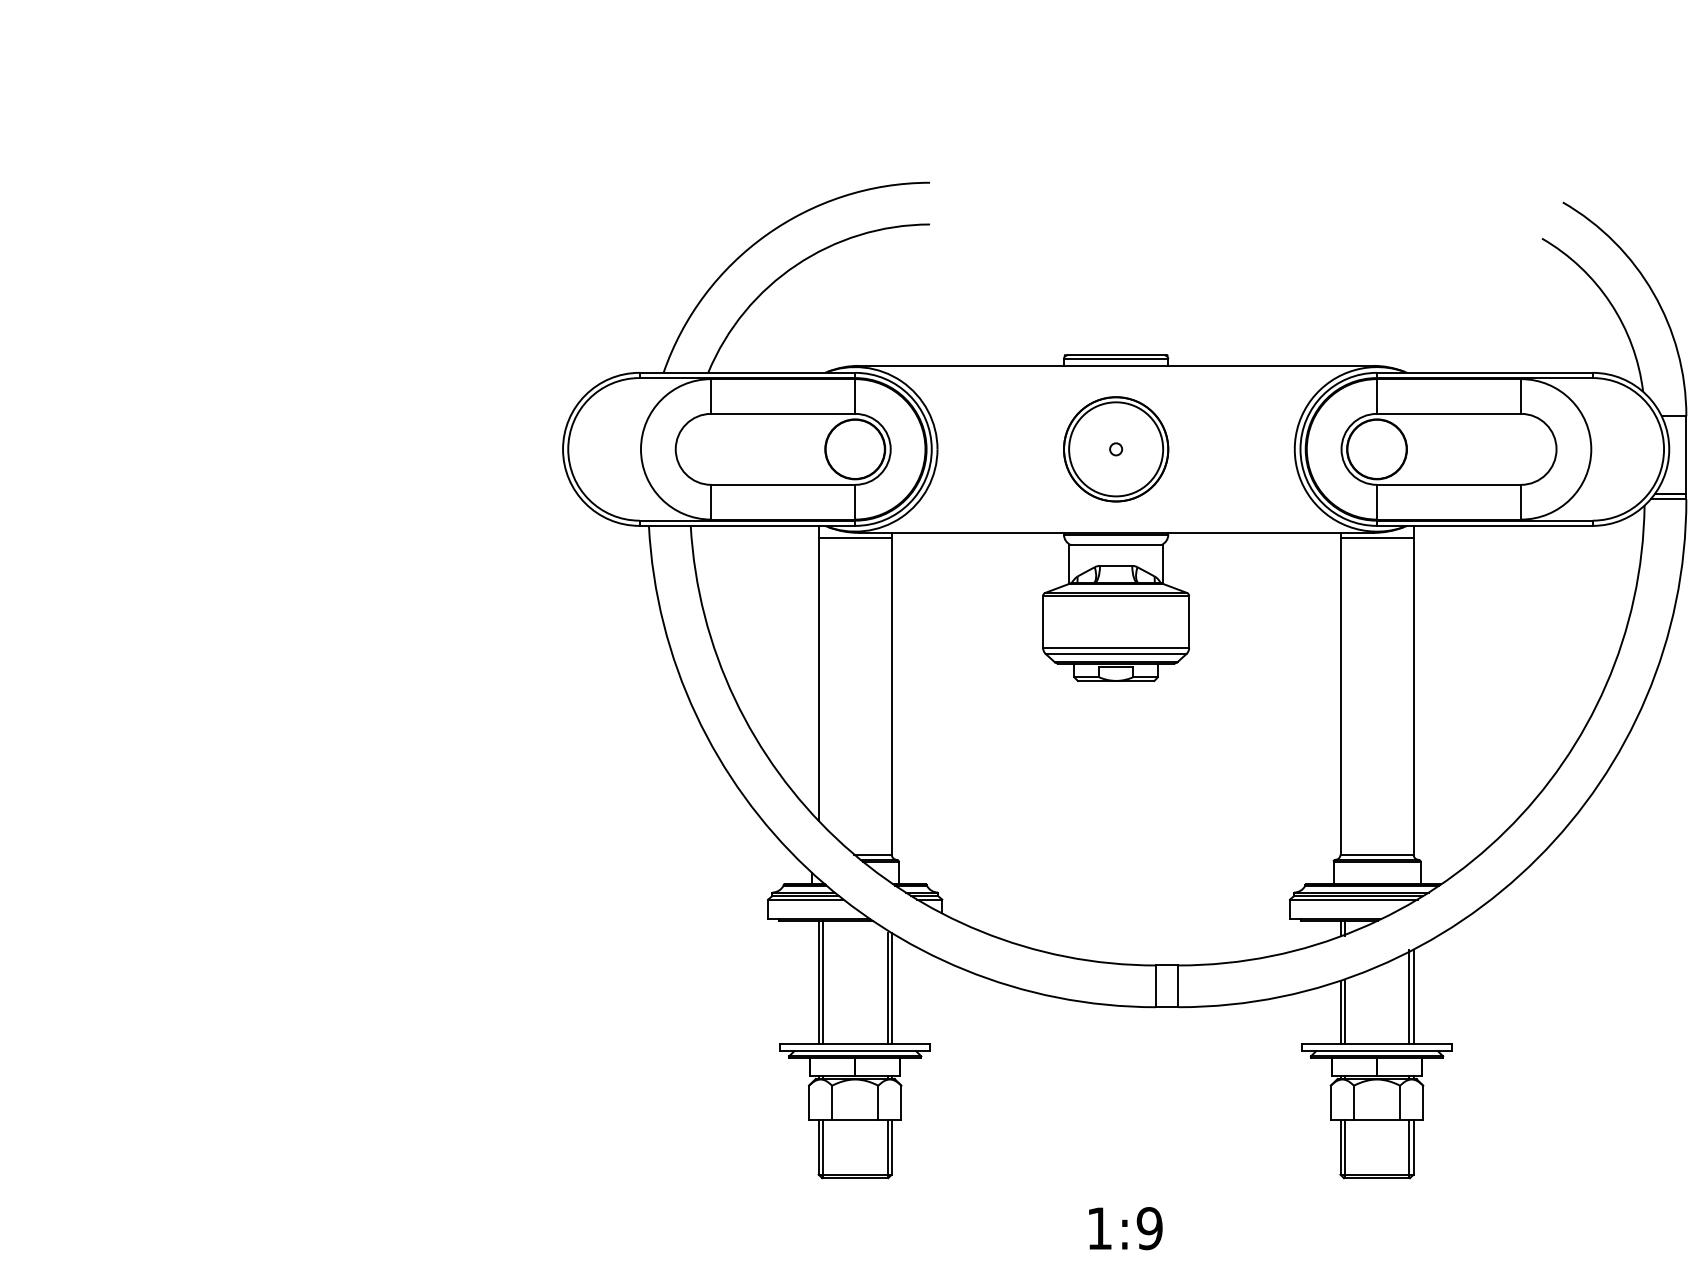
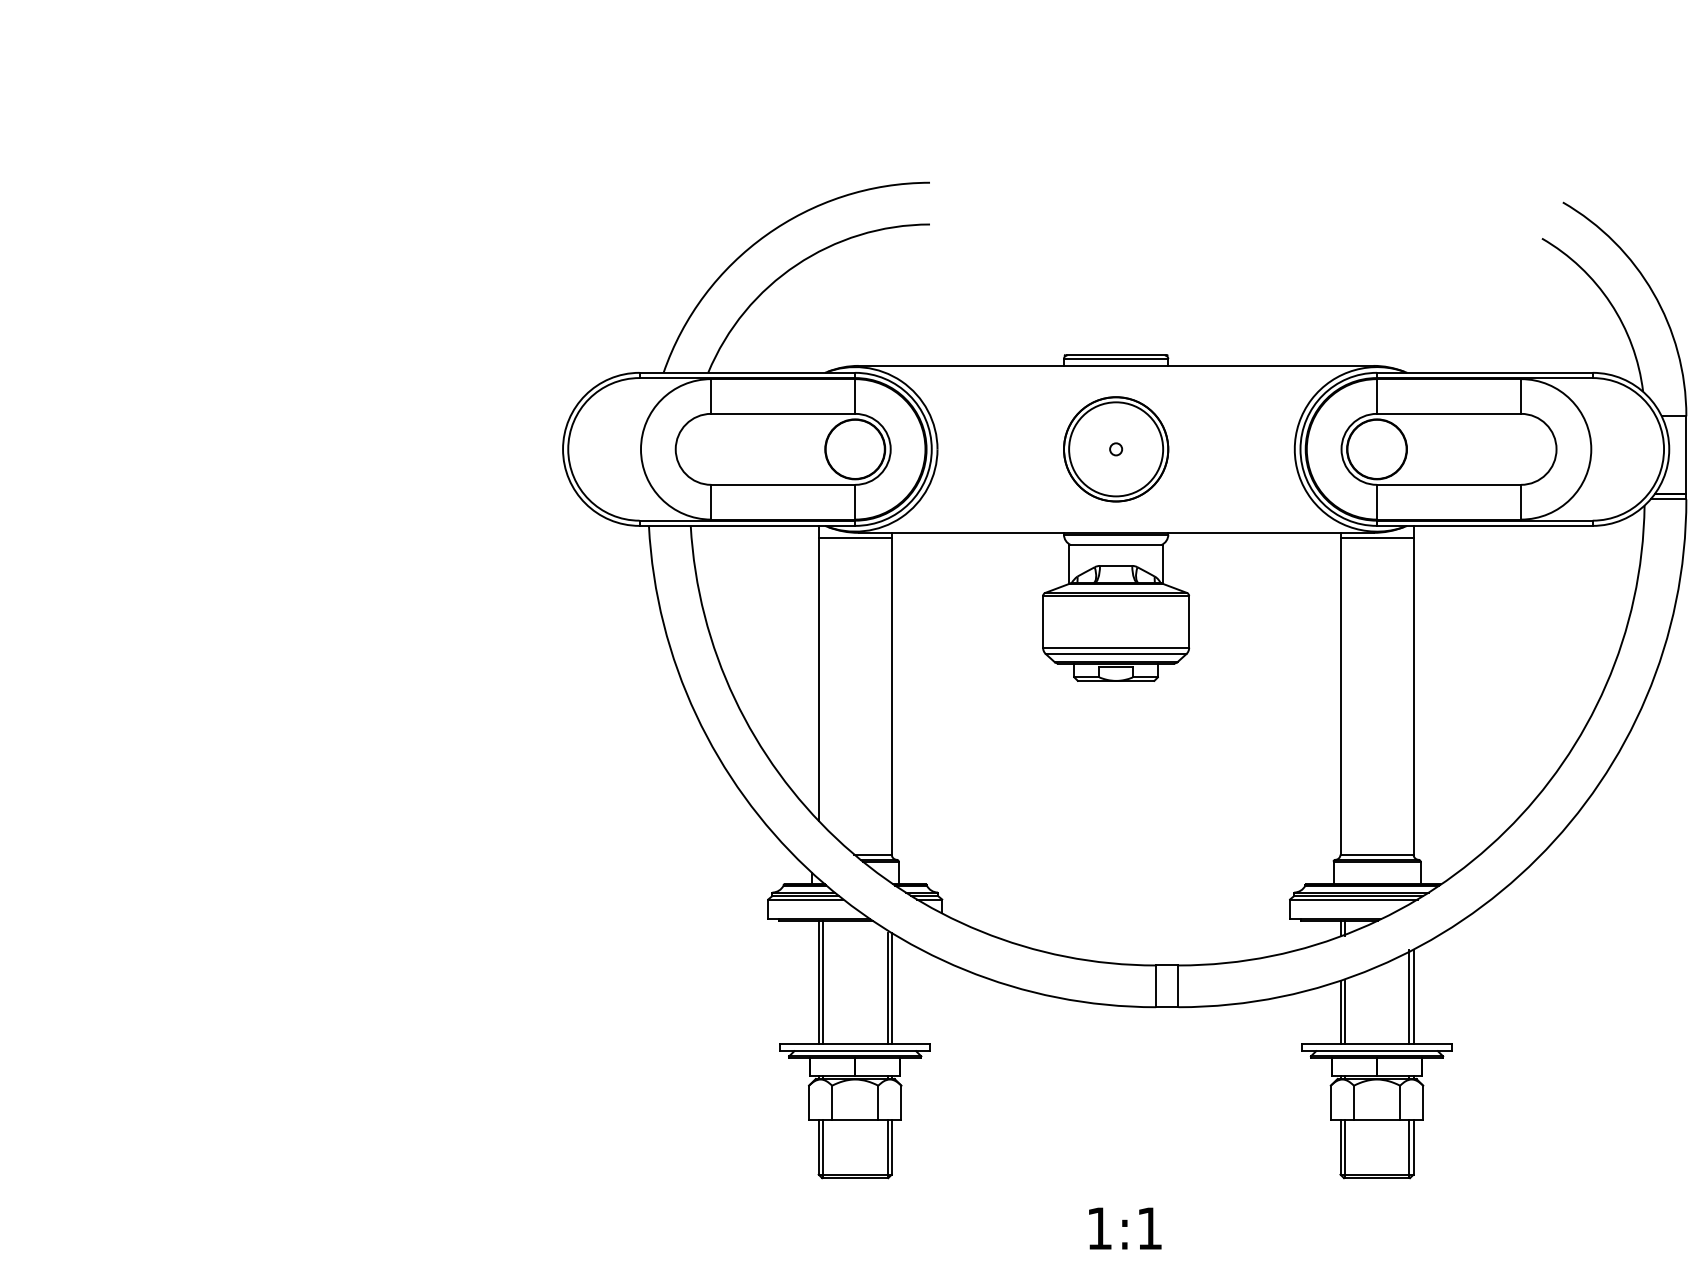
text at (1149, 1228): 1:9 -> 1:1
